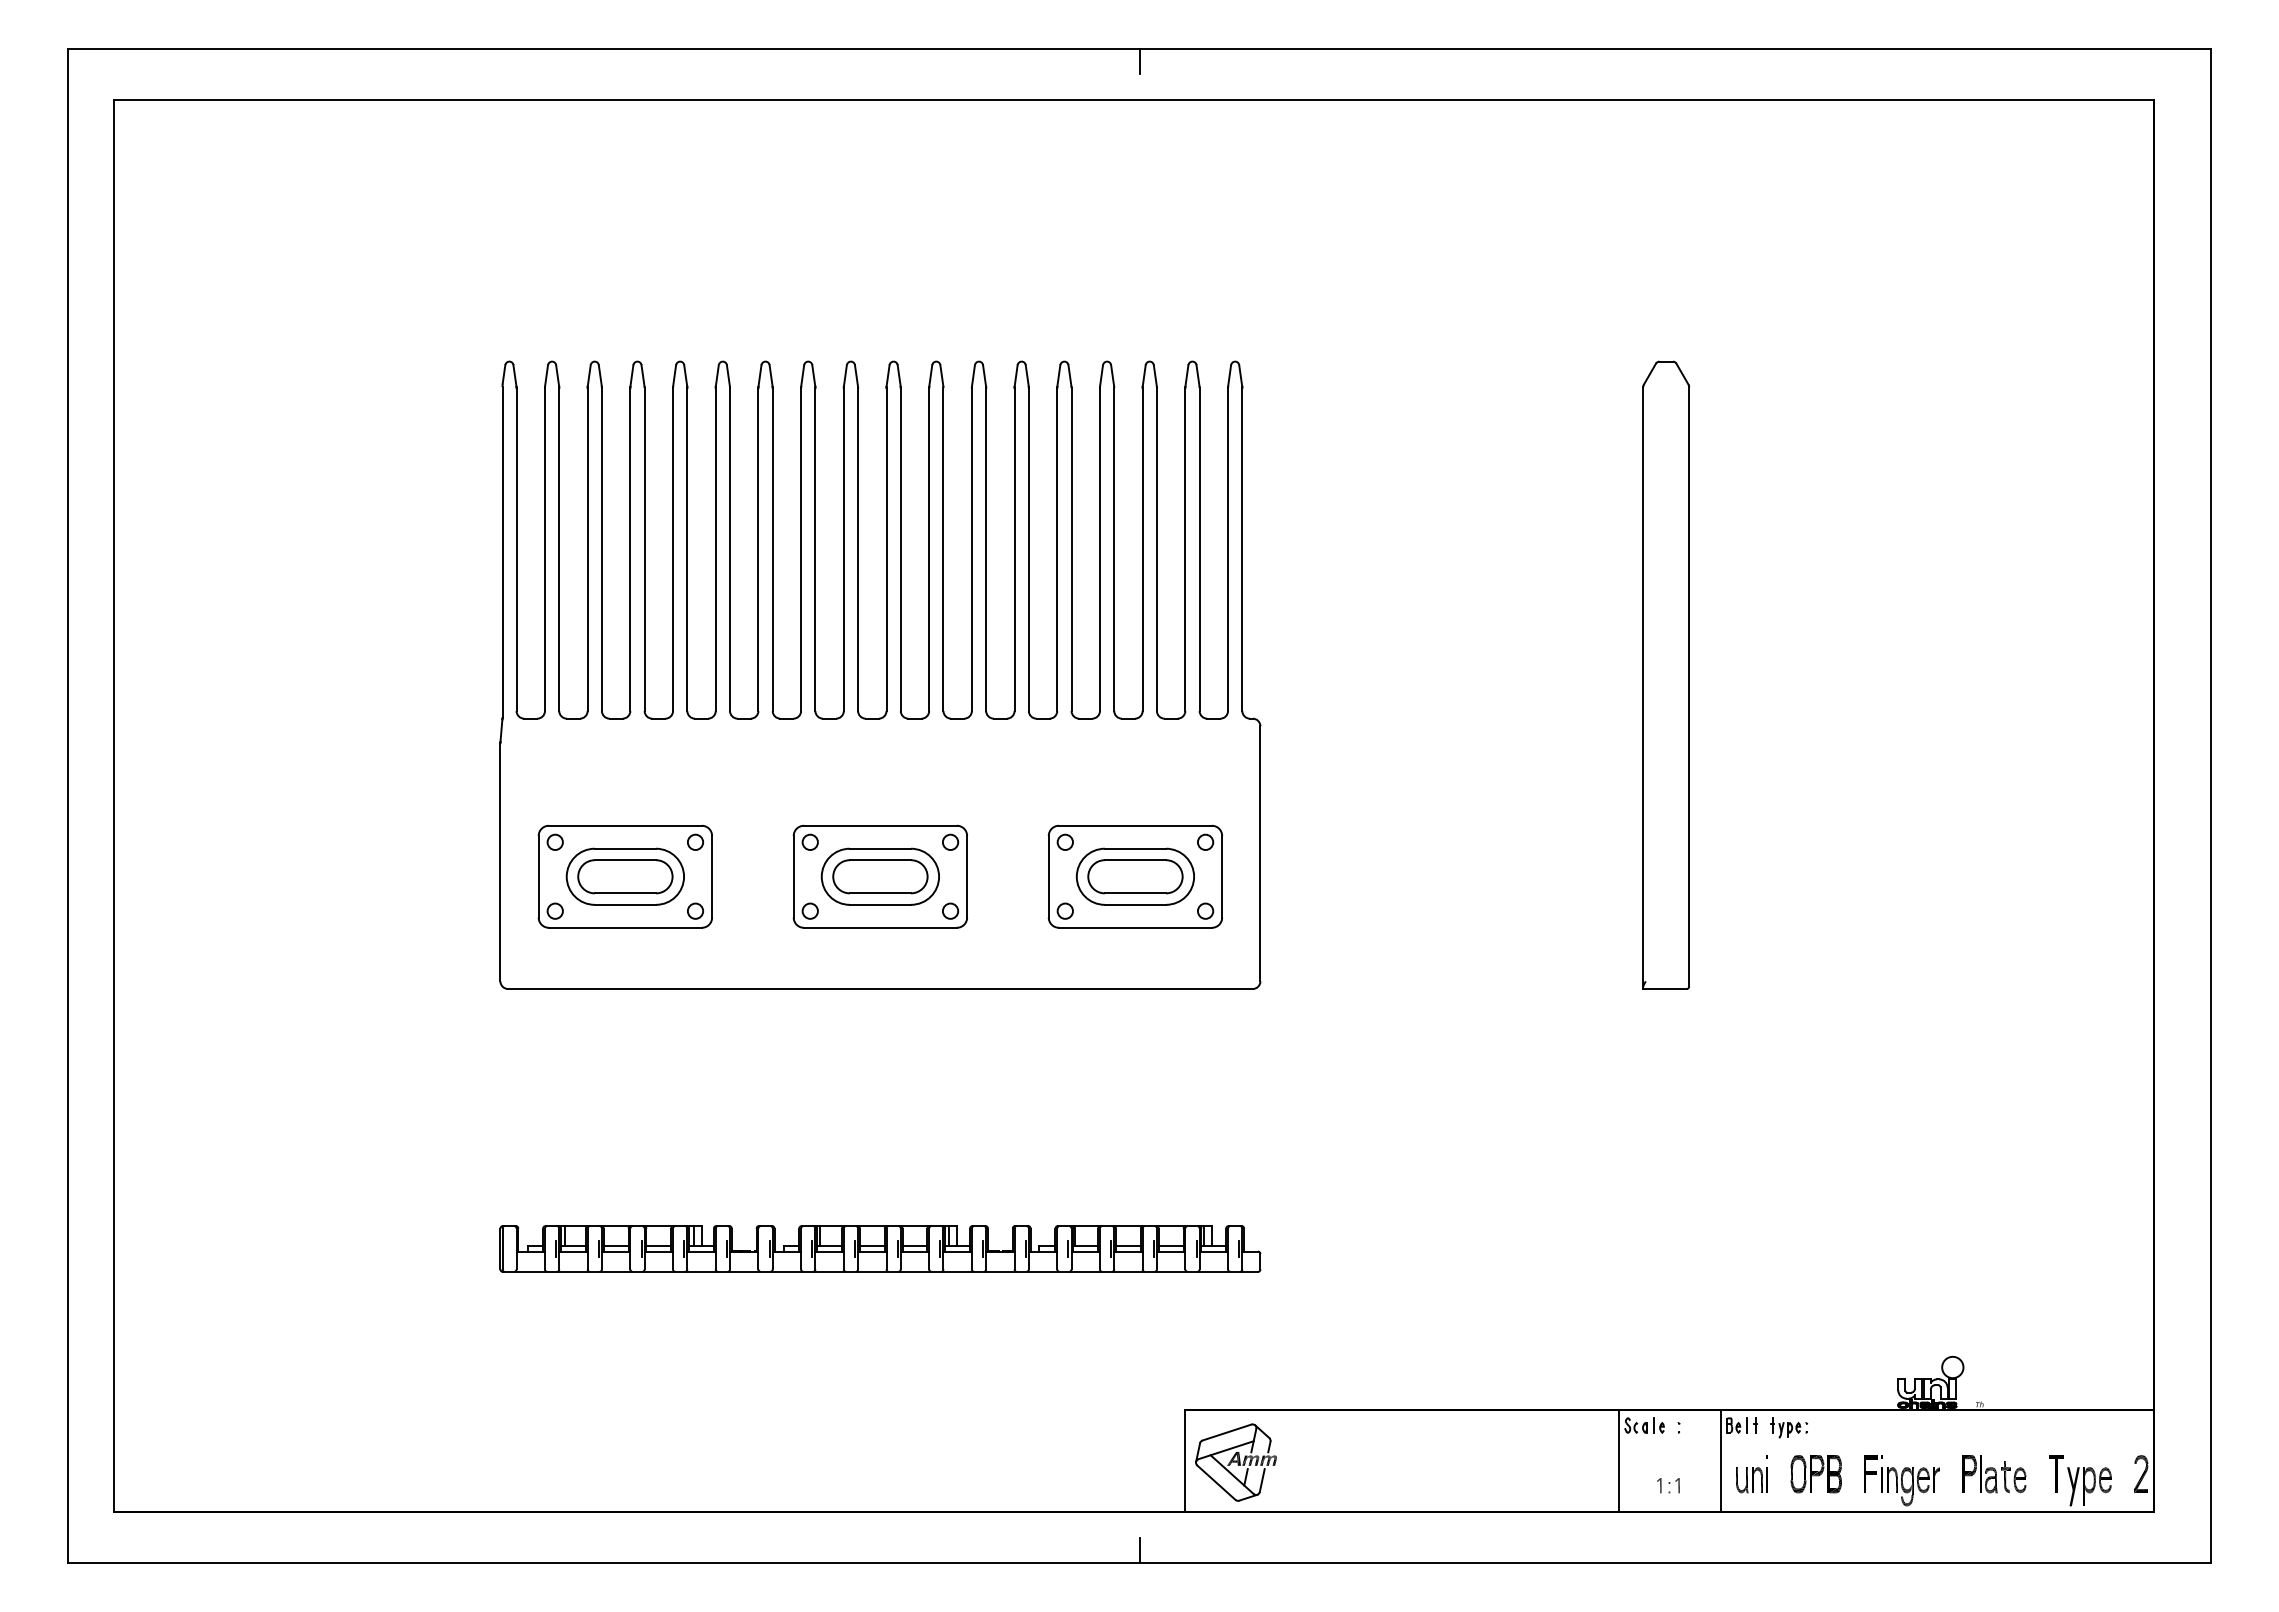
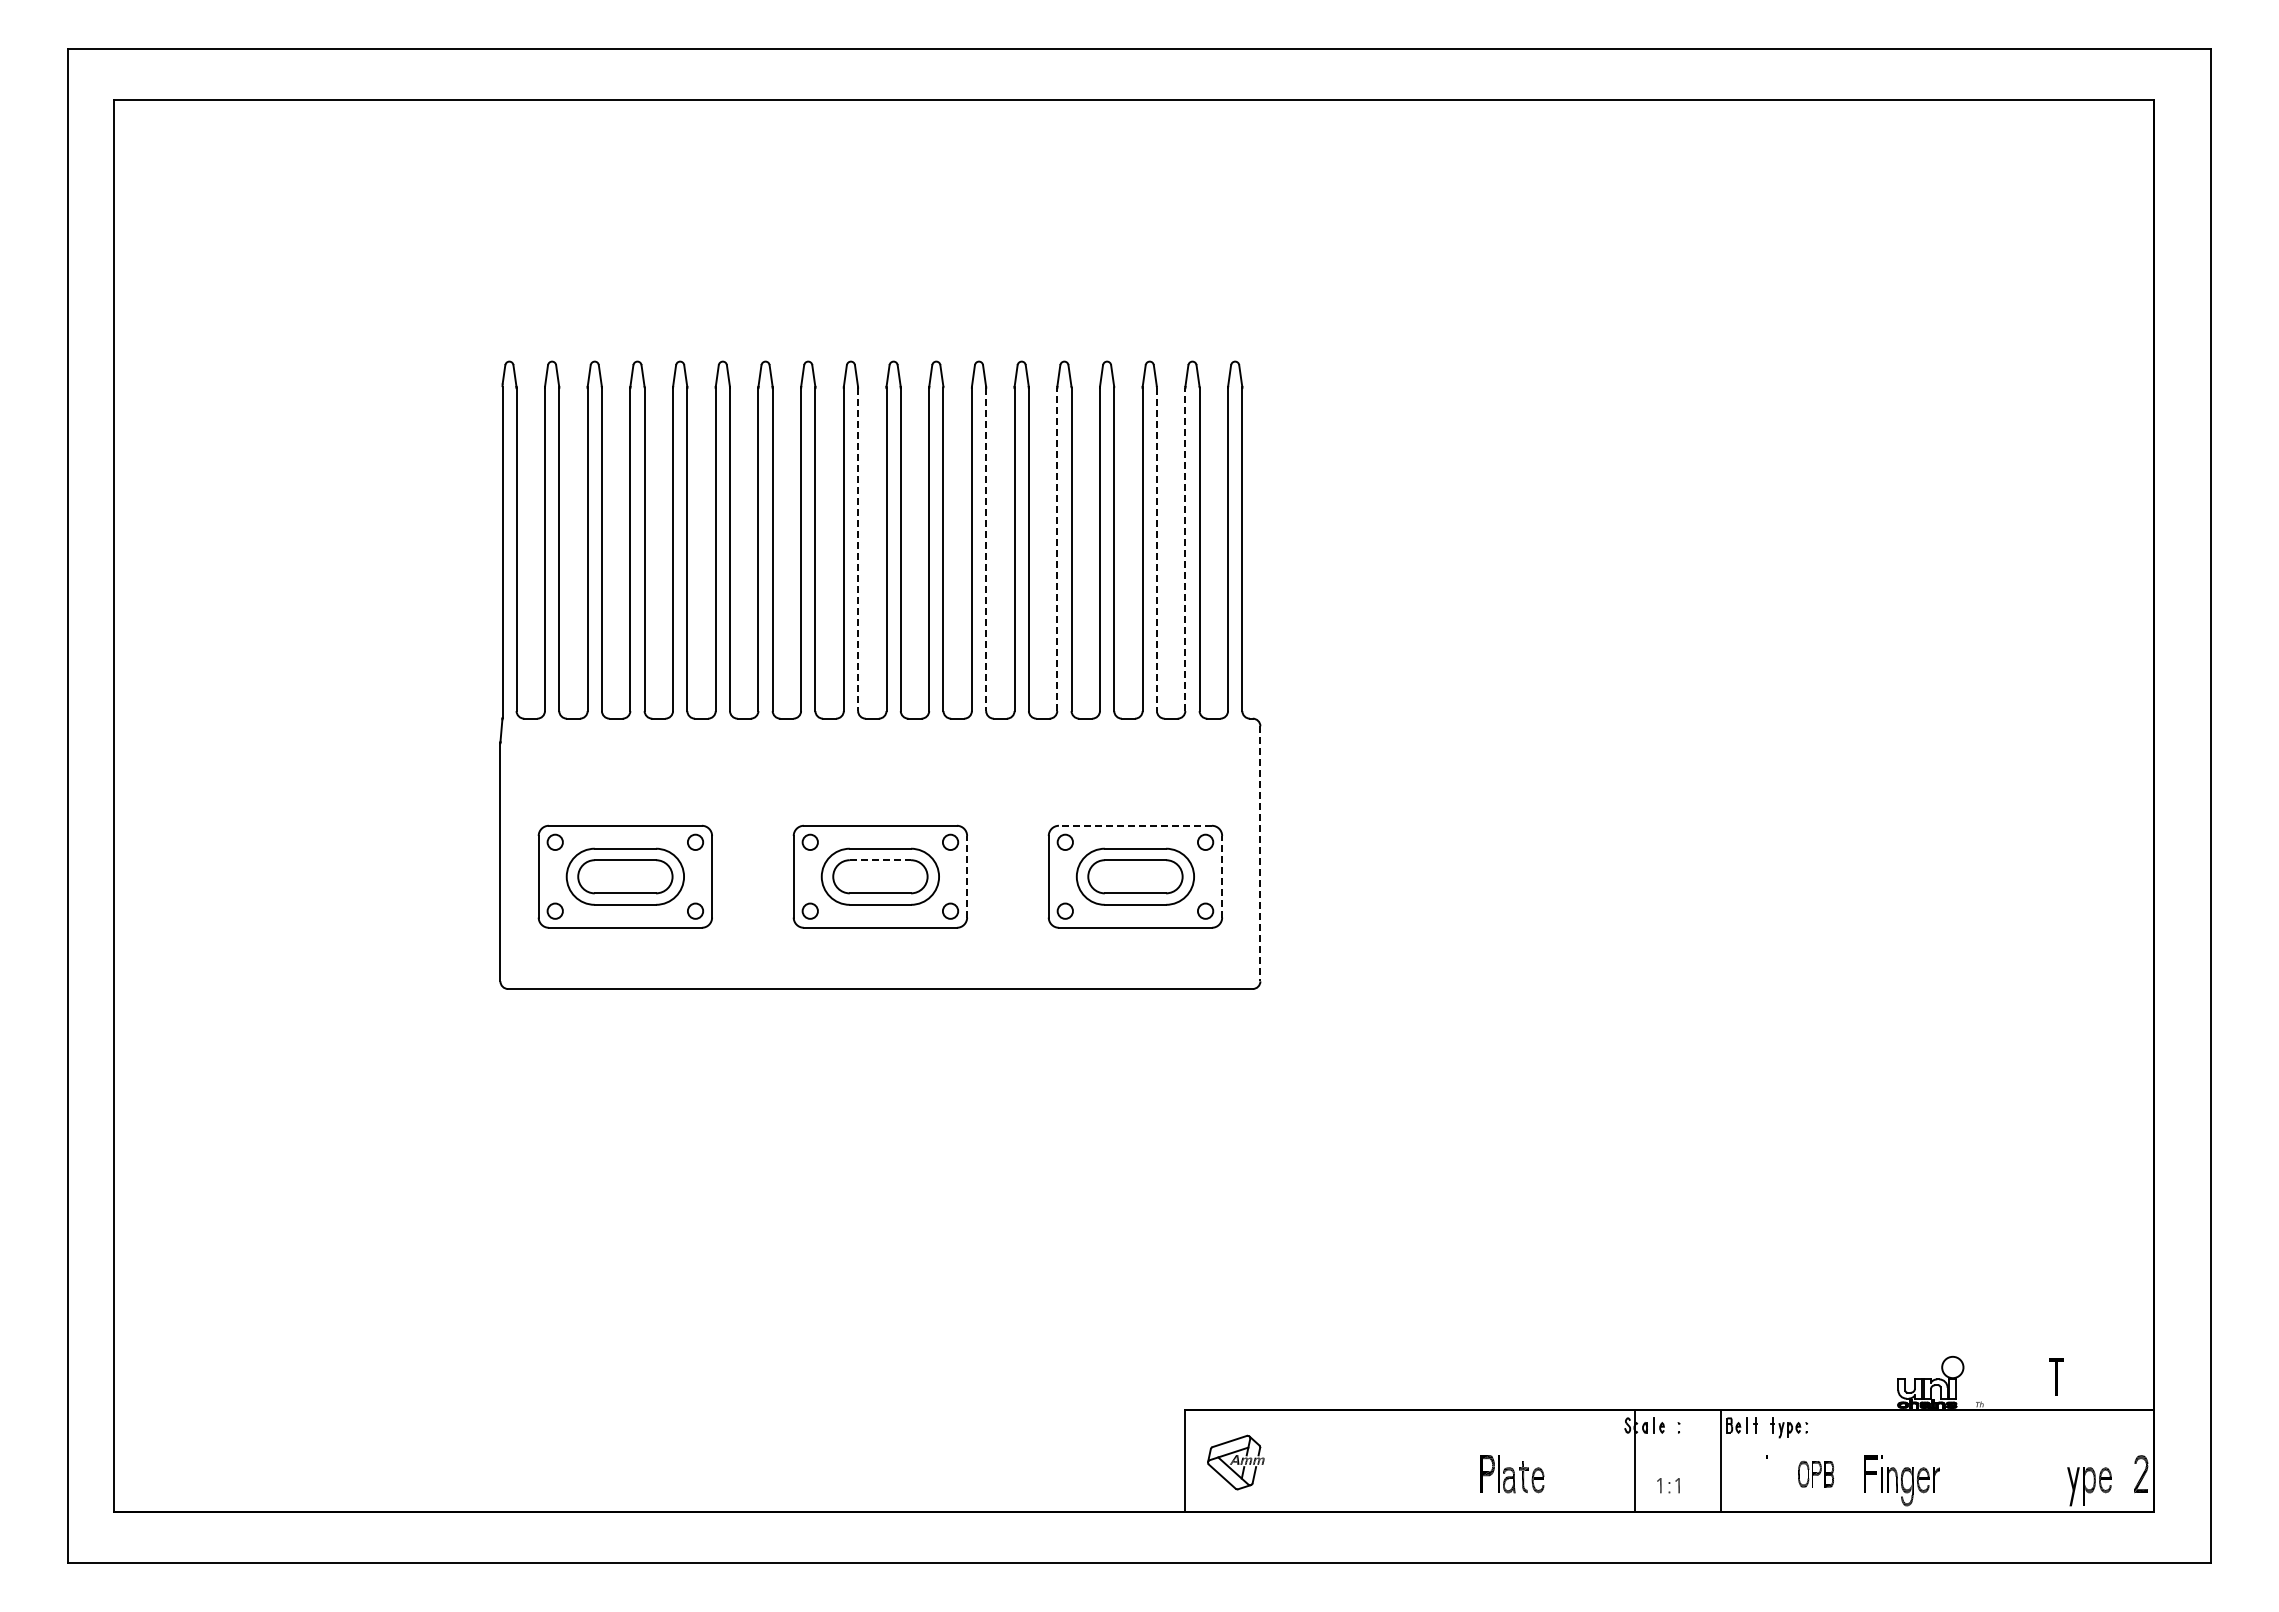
line at (1139, 61): present -> none
line at (1057, 549): solid -> dashed
line at (1185, 549): solid -> dashed
line at (858, 550): solid -> dashed
line at (986, 550): solid -> dashed
line at (1156, 550): solid -> dashed
part at (1665, 674): present -> none
line at (1135, 825): solid -> dashed
line at (1260, 853): solid -> dashed
line at (880, 860): solid -> dashed
line at (967, 876): solid -> dashed
line at (1222, 876): solid -> dashed
part at (880, 1248): present -> none
line at (1618, 1461) position: (1618, 1461) -> (1634, 1461)
part at (1235, 1462) size: 82x79 px -> 58x57 px
part at (2056, 1473) position: (2056, 1473) -> (2056, 1376)
part at (1815, 1474) size: 52x39 px -> 36x27 px
part at (1994, 1474) position: (1994, 1474) -> (1512, 1474)
part at (1751, 1480): present -> none
line at (1139, 1550): present -> none
